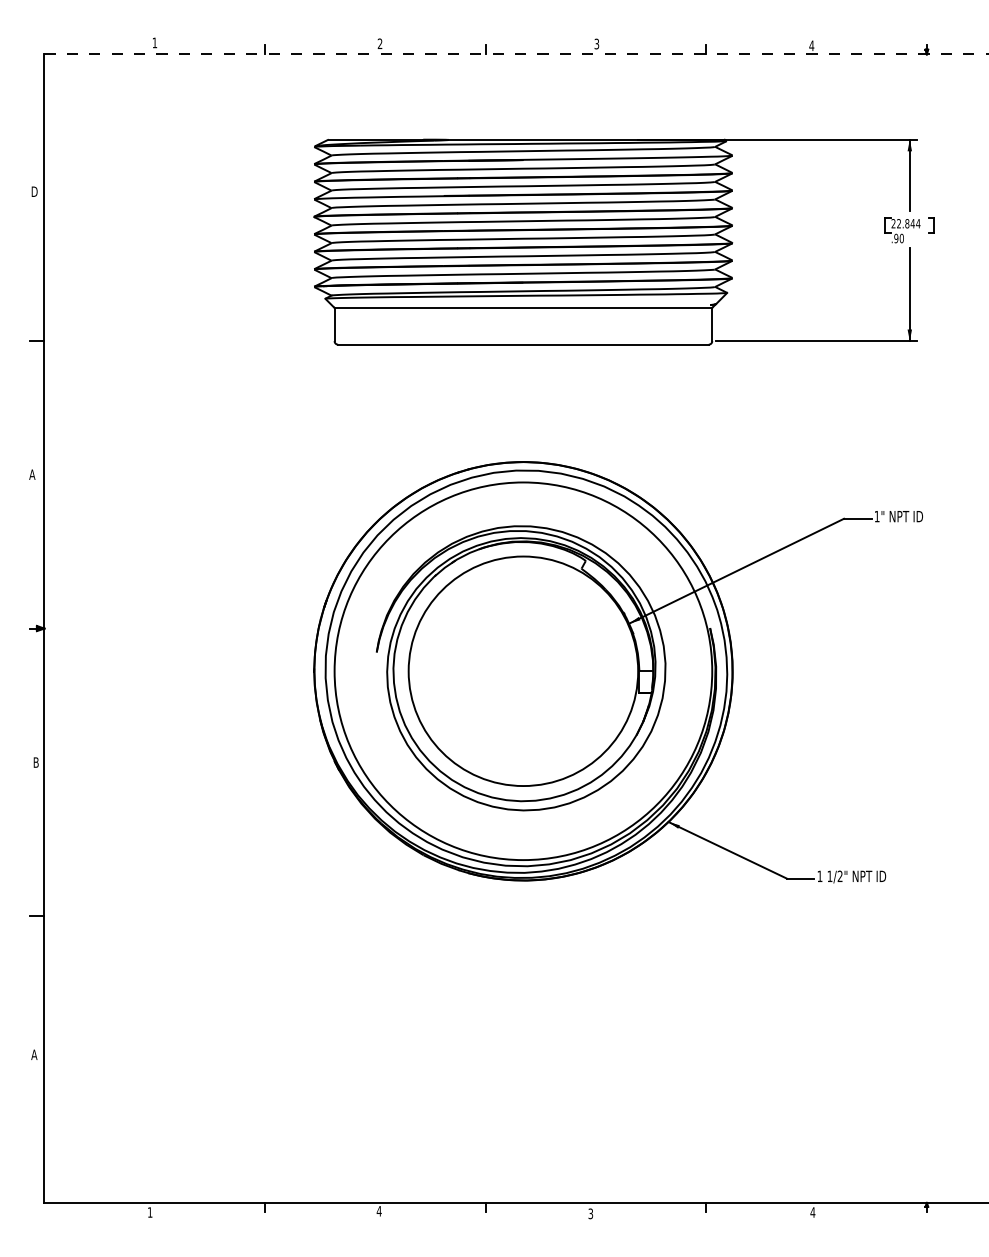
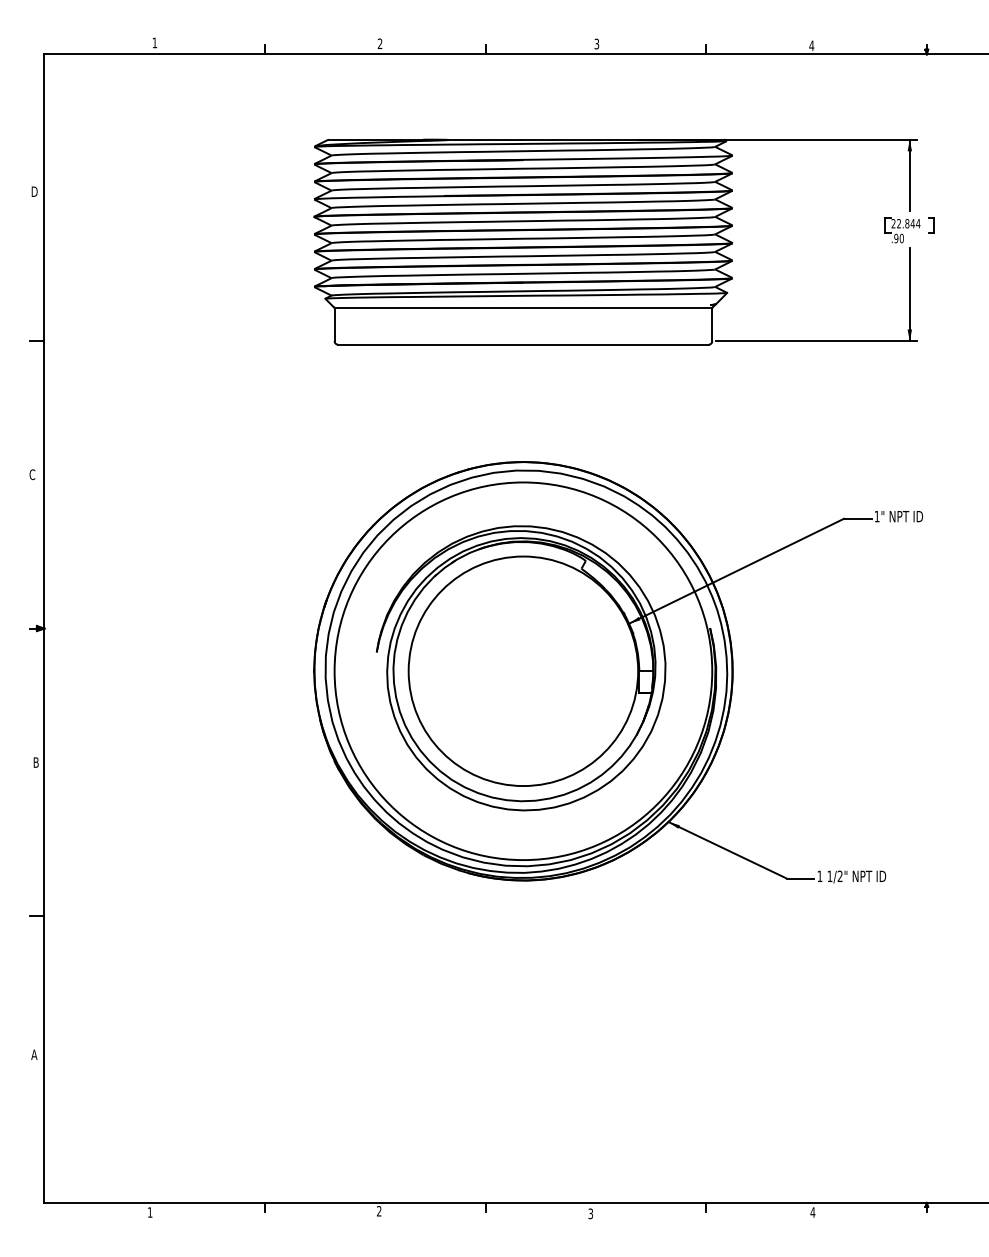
line at (516, 54): dashed -> solid
text at (32, 474): A -> C
text at (378, 1211): 4 -> 2
